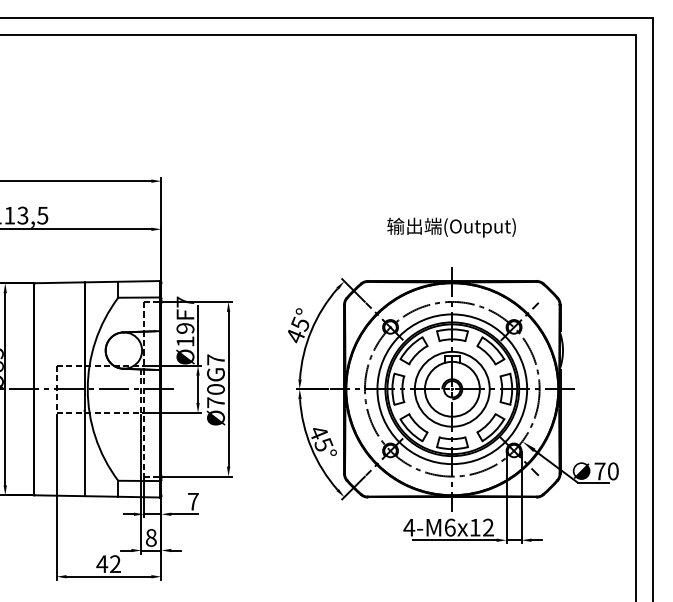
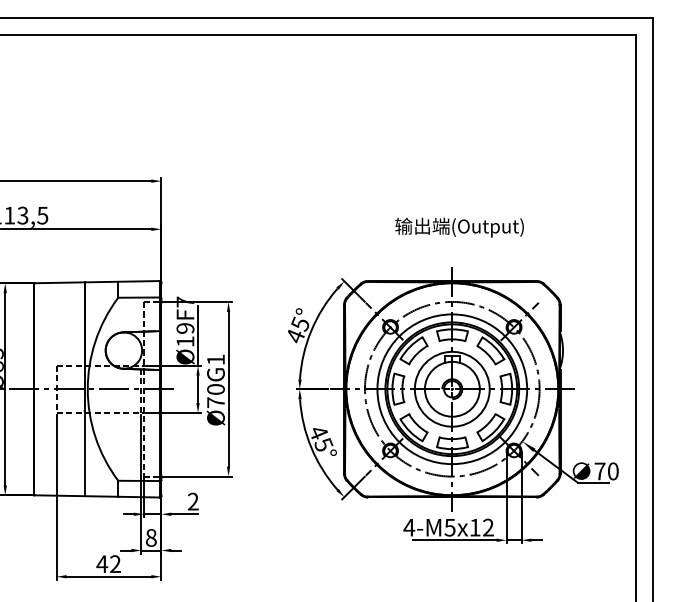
text at (451, 227) position: (451, 227) -> (459, 227)
text at (215, 359): Ø70G7 -> Ø70G1
text at (192, 501): 7 -> 2
text at (449, 527): 4-M6x12 -> 4-M5x12
